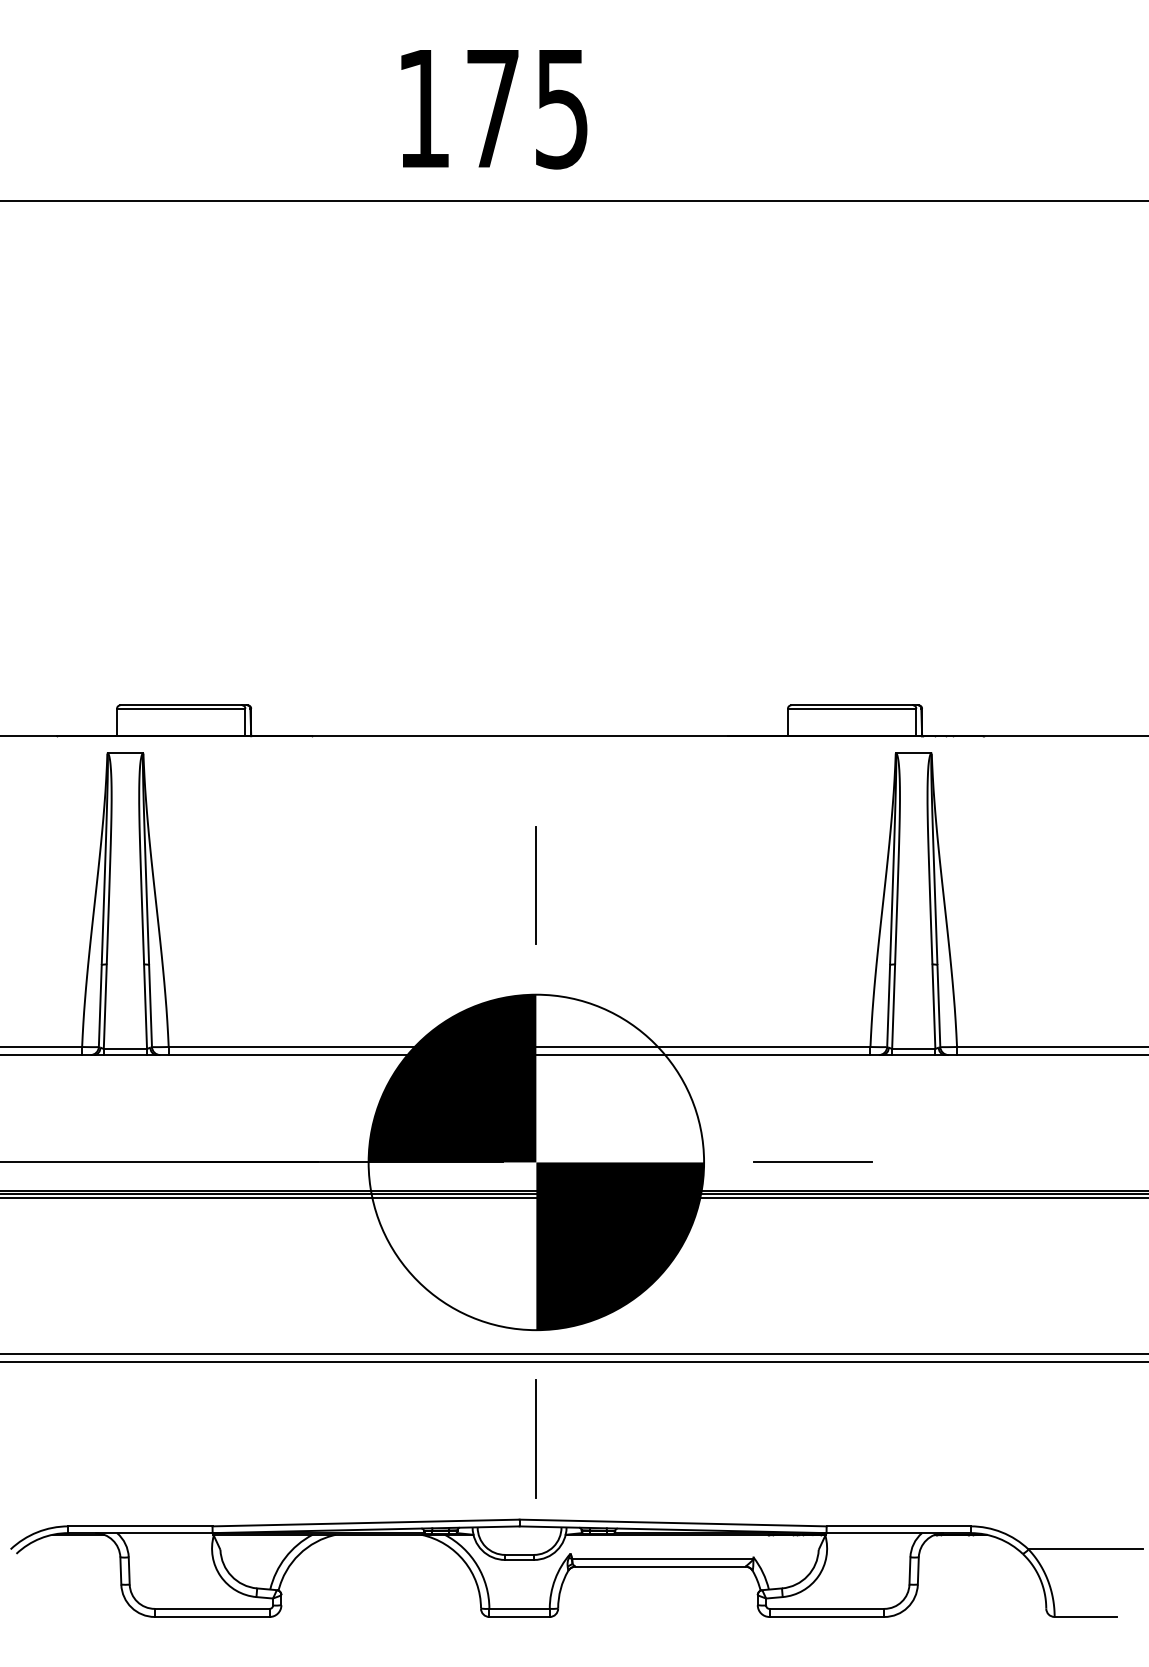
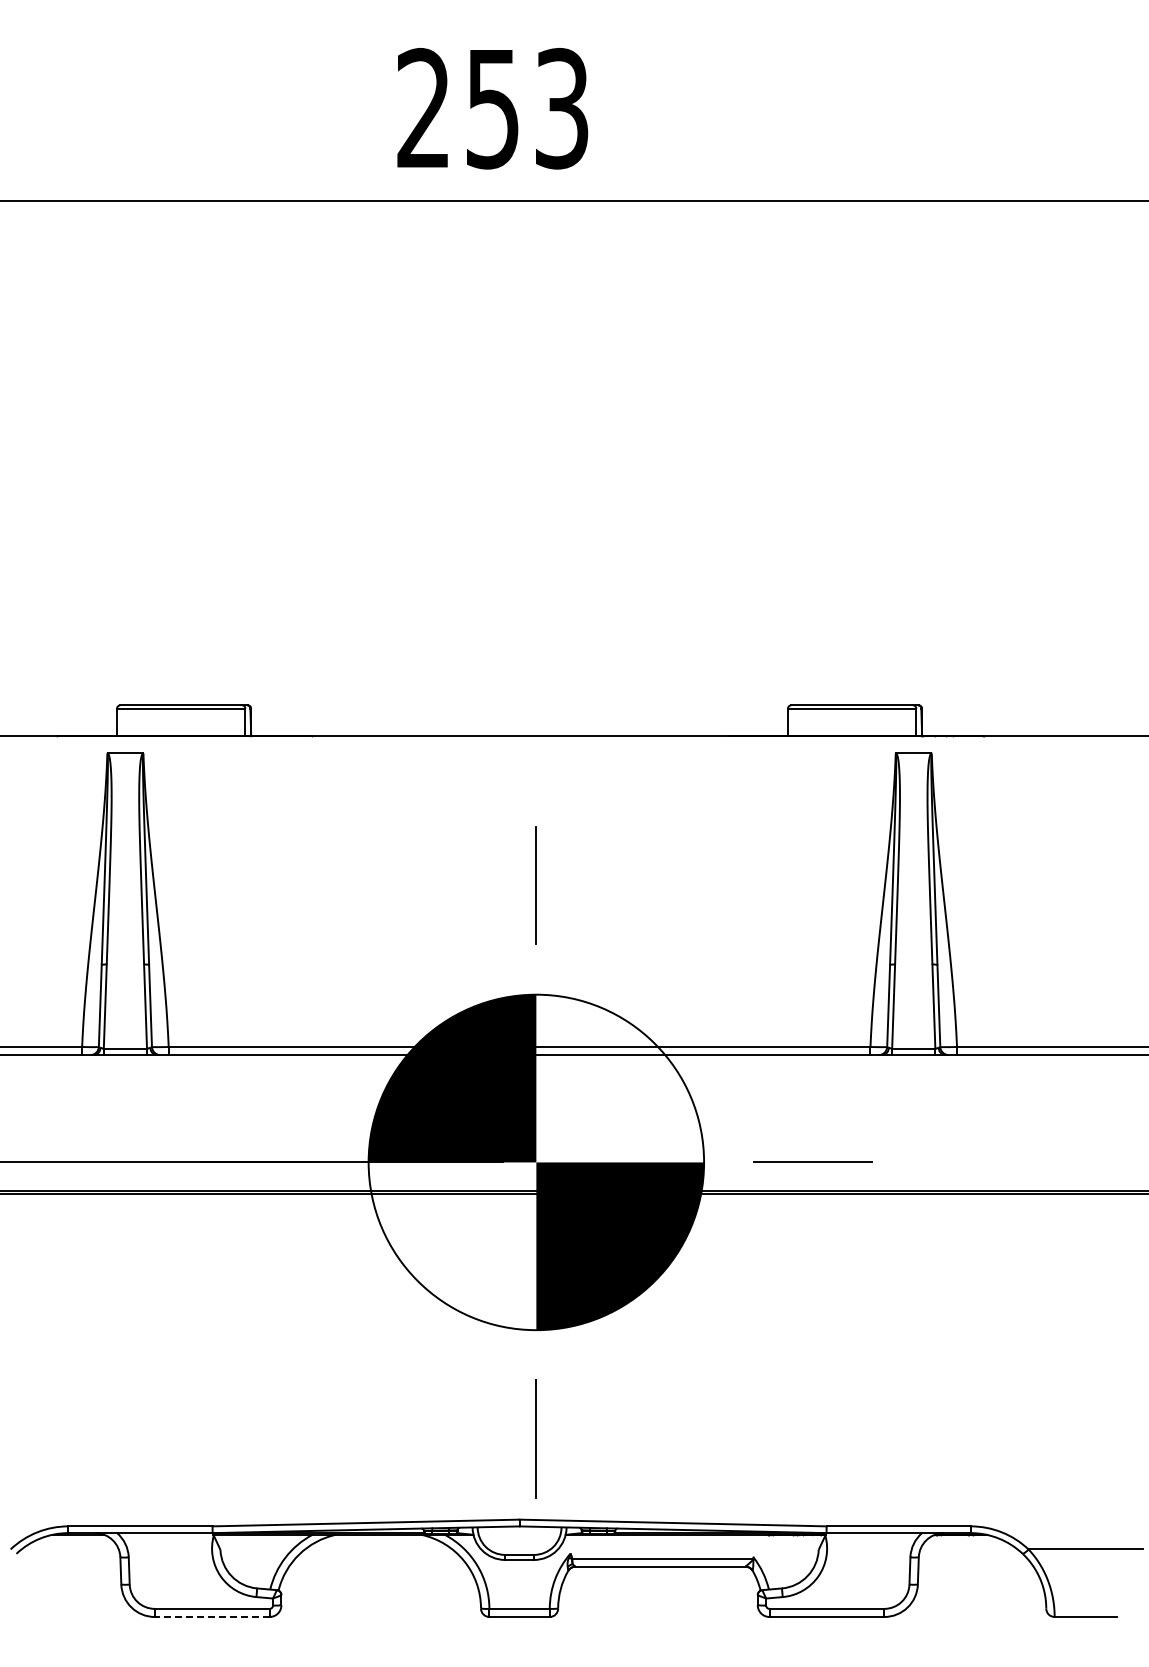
text at (492, 108): 175 -> 253
line at (573, 1197): present -> none
line at (573, 1353): present -> none
line at (573, 1362): present -> none
line at (211, 1616): solid -> dashed
